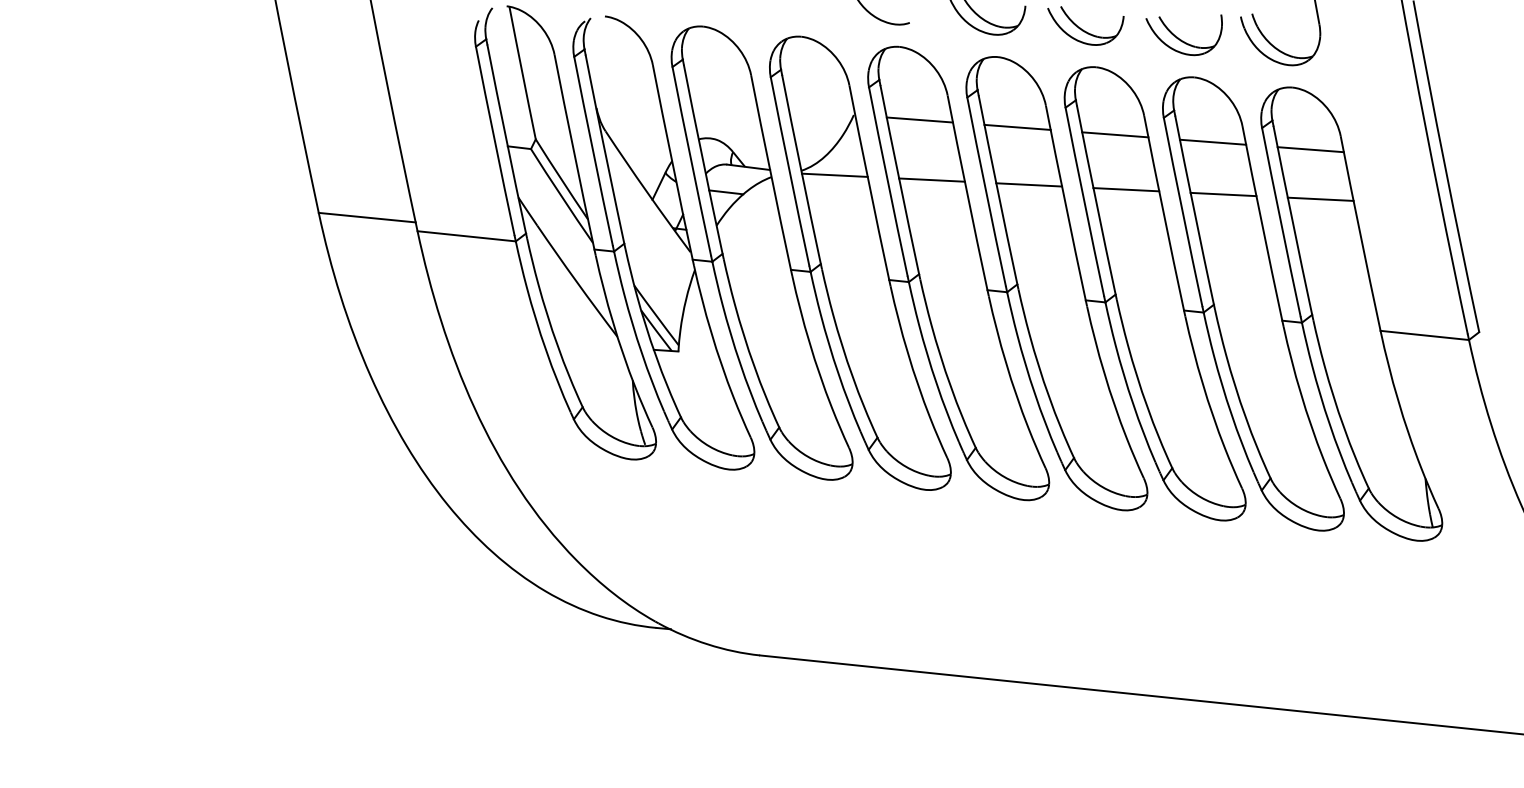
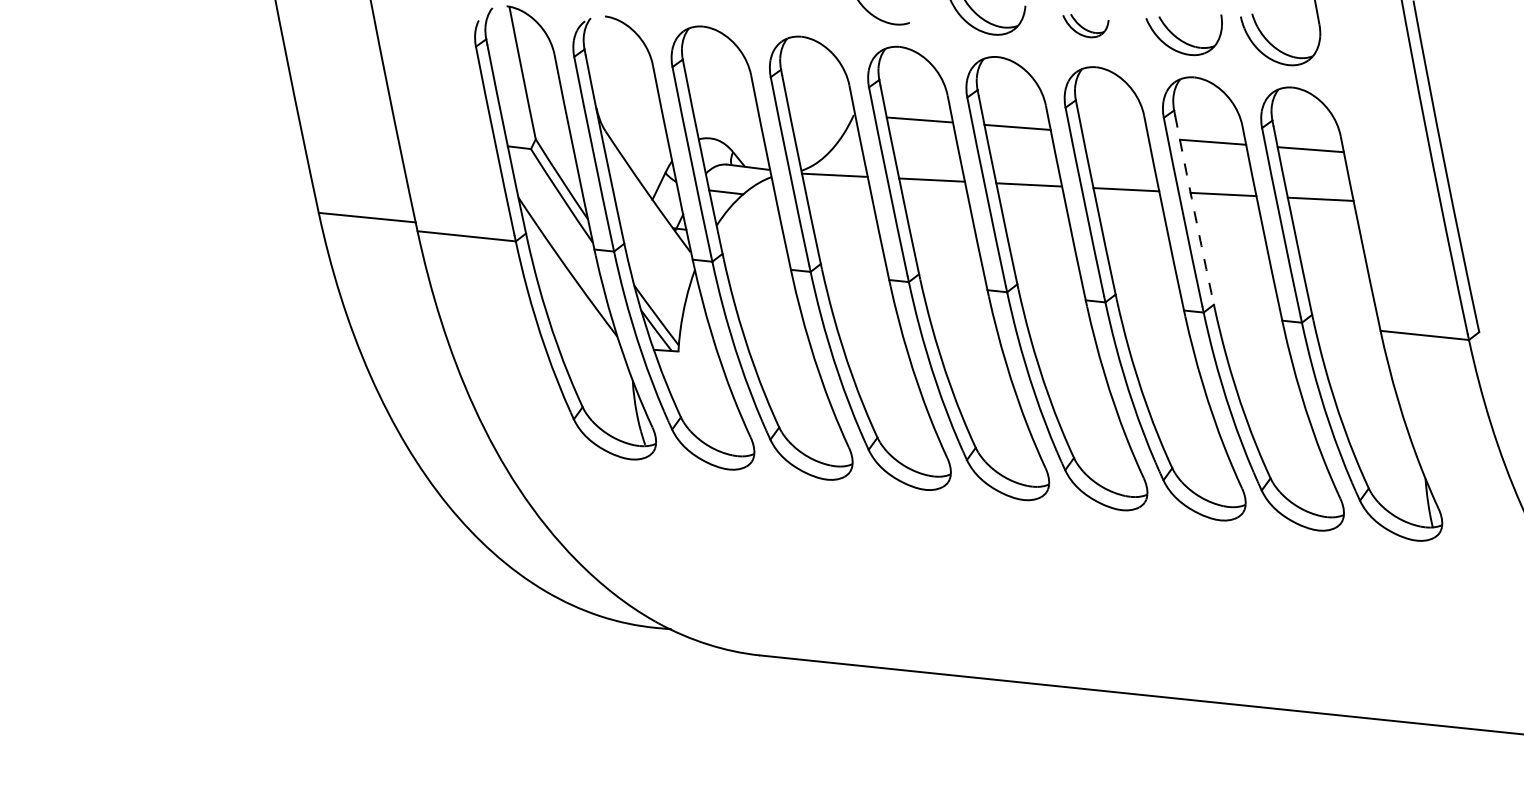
part at (1085, 25) size: 78x40 px -> 48x25 px
line at (1115, 134): present -> none
arc at (1194, 210): solid -> dashed
